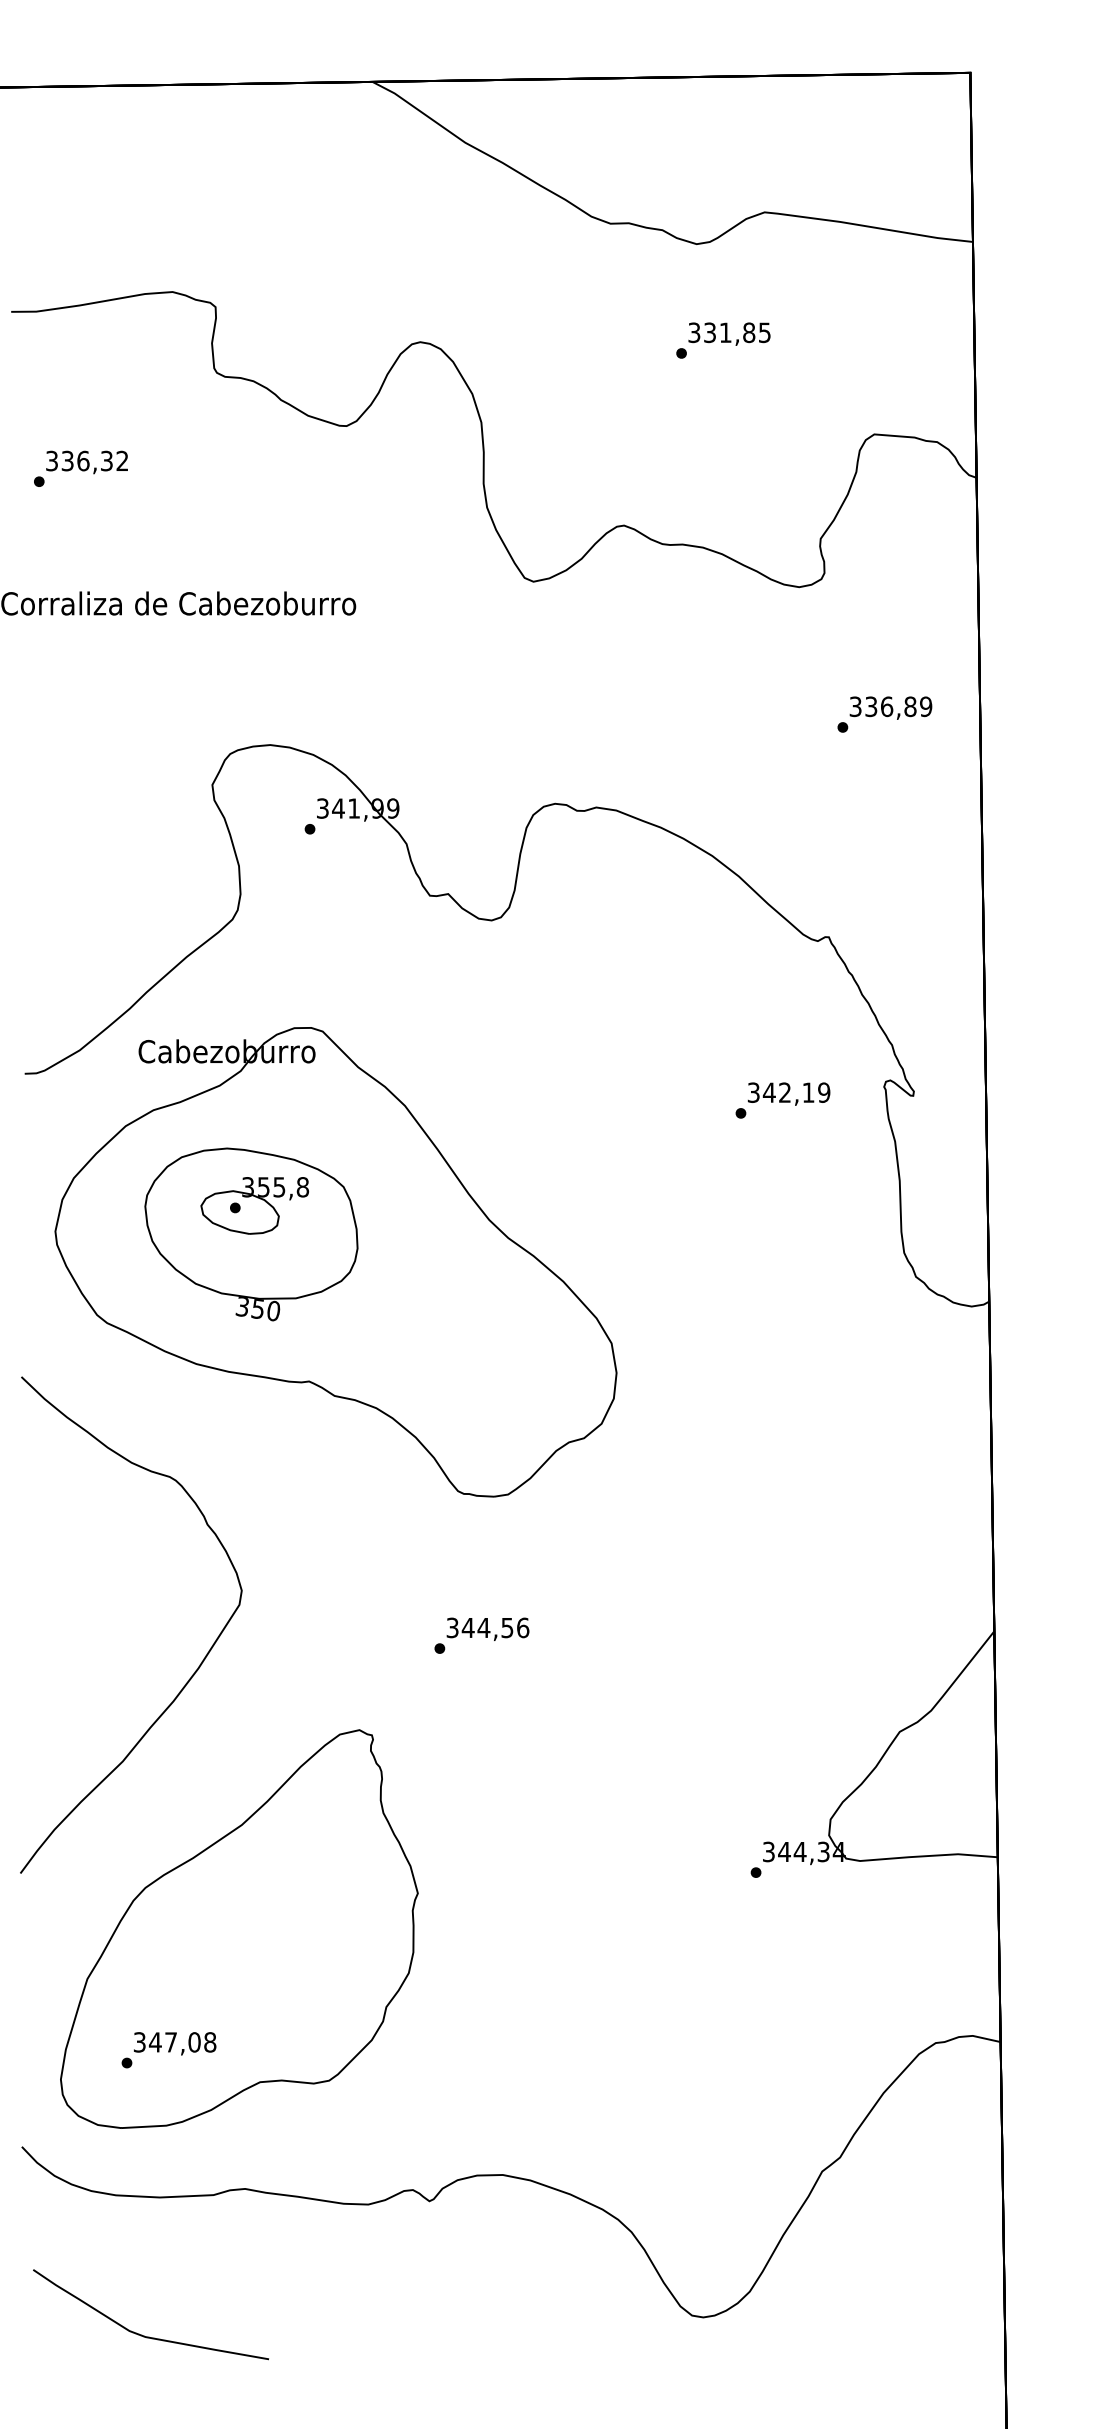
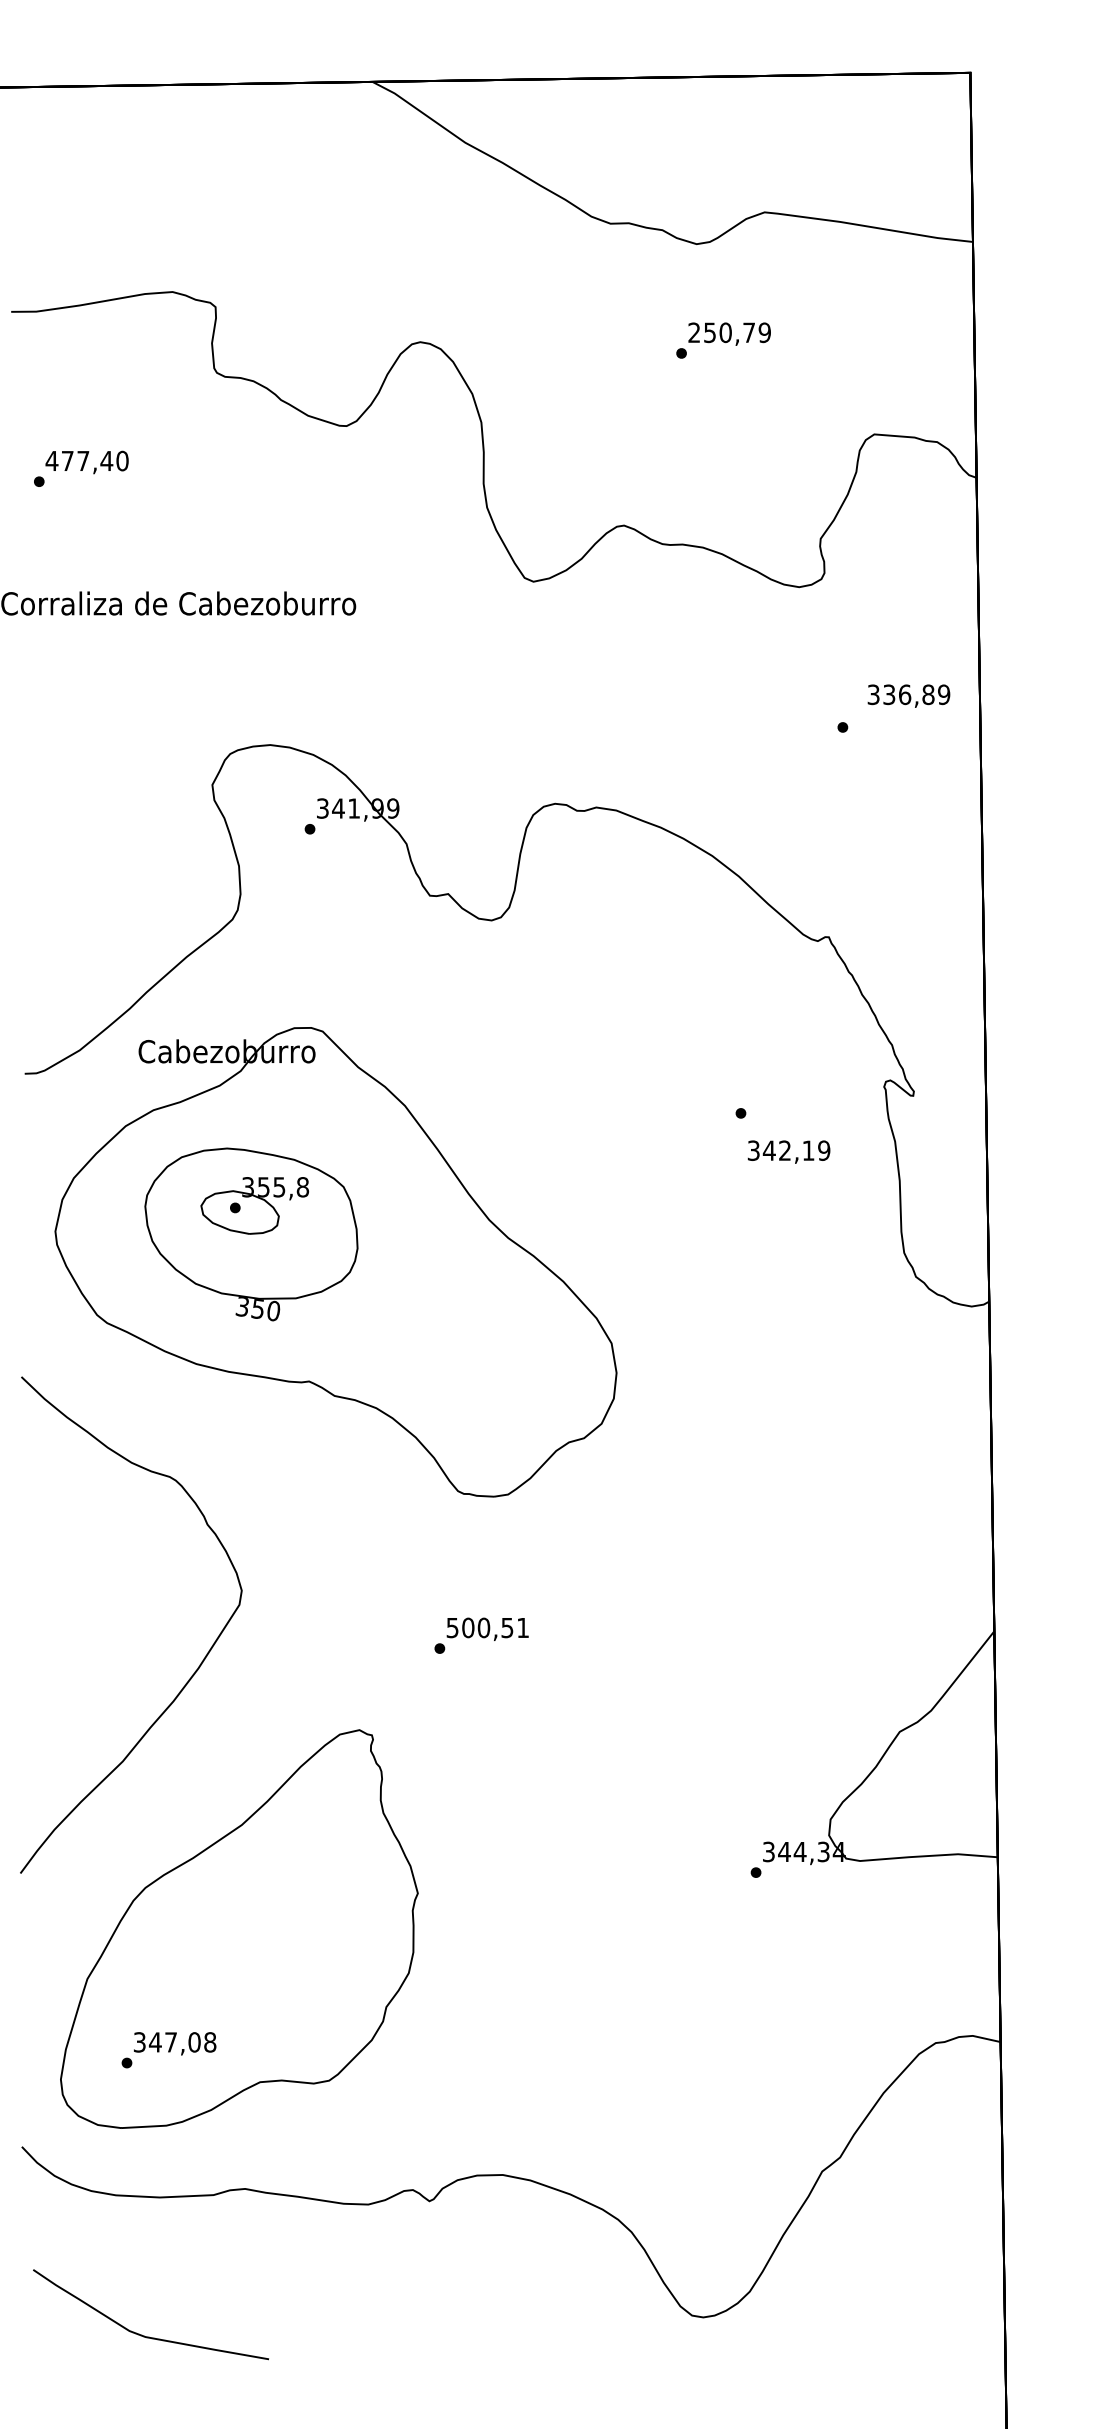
text at (729, 332): 331,85 -> 250,79
text at (86, 460): 336,32 -> 477,40
text at (890, 707) position: (890, 707) -> (908, 695)
text at (788, 1093) position: (788, 1093) -> (788, 1151)
text at (488, 1627): 344,56 -> 500,51
